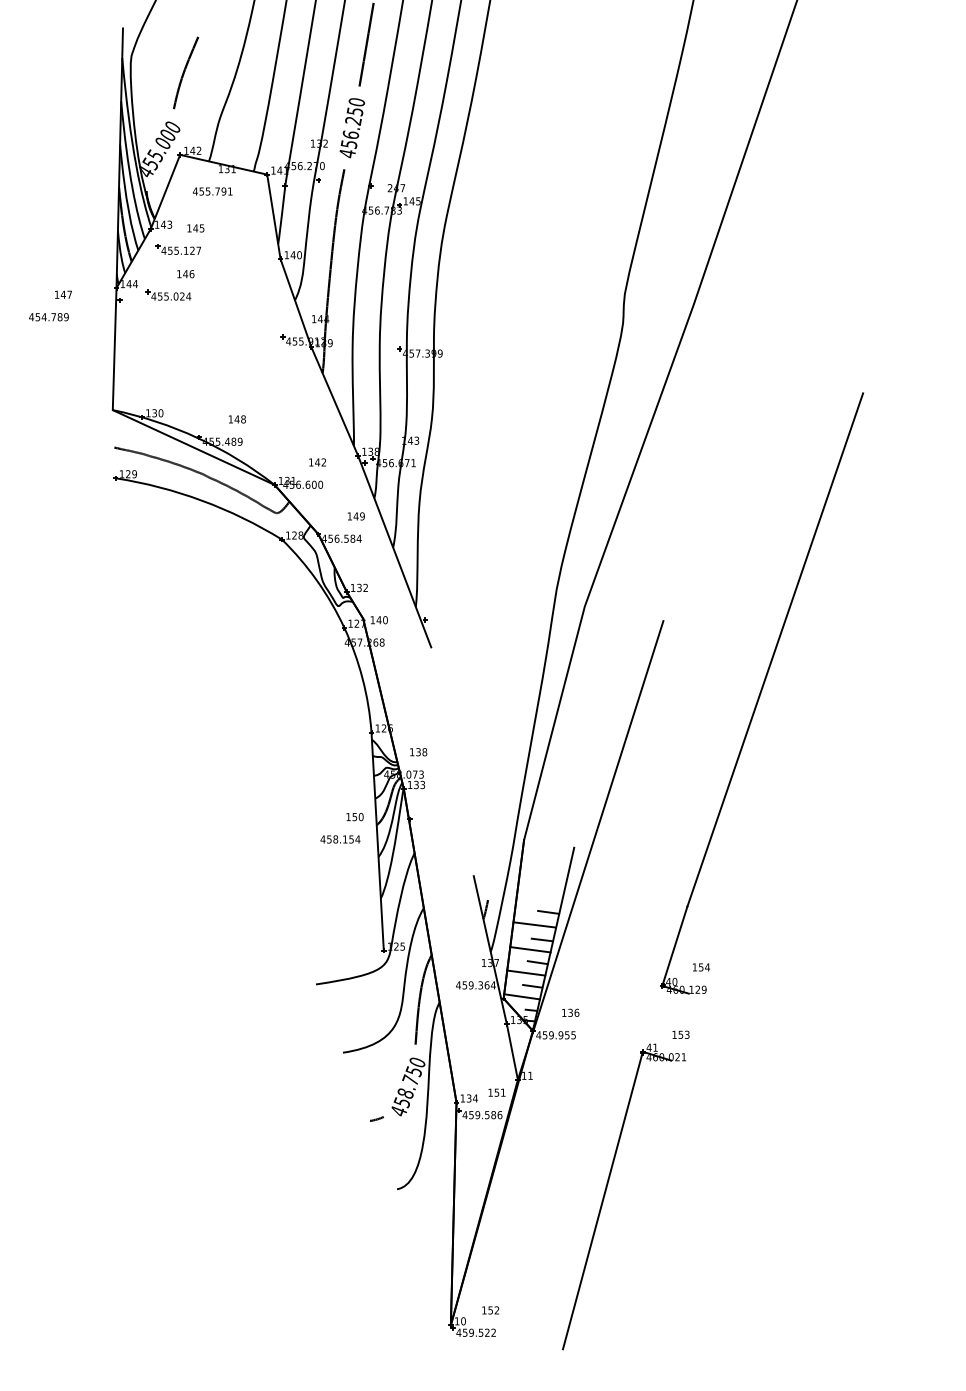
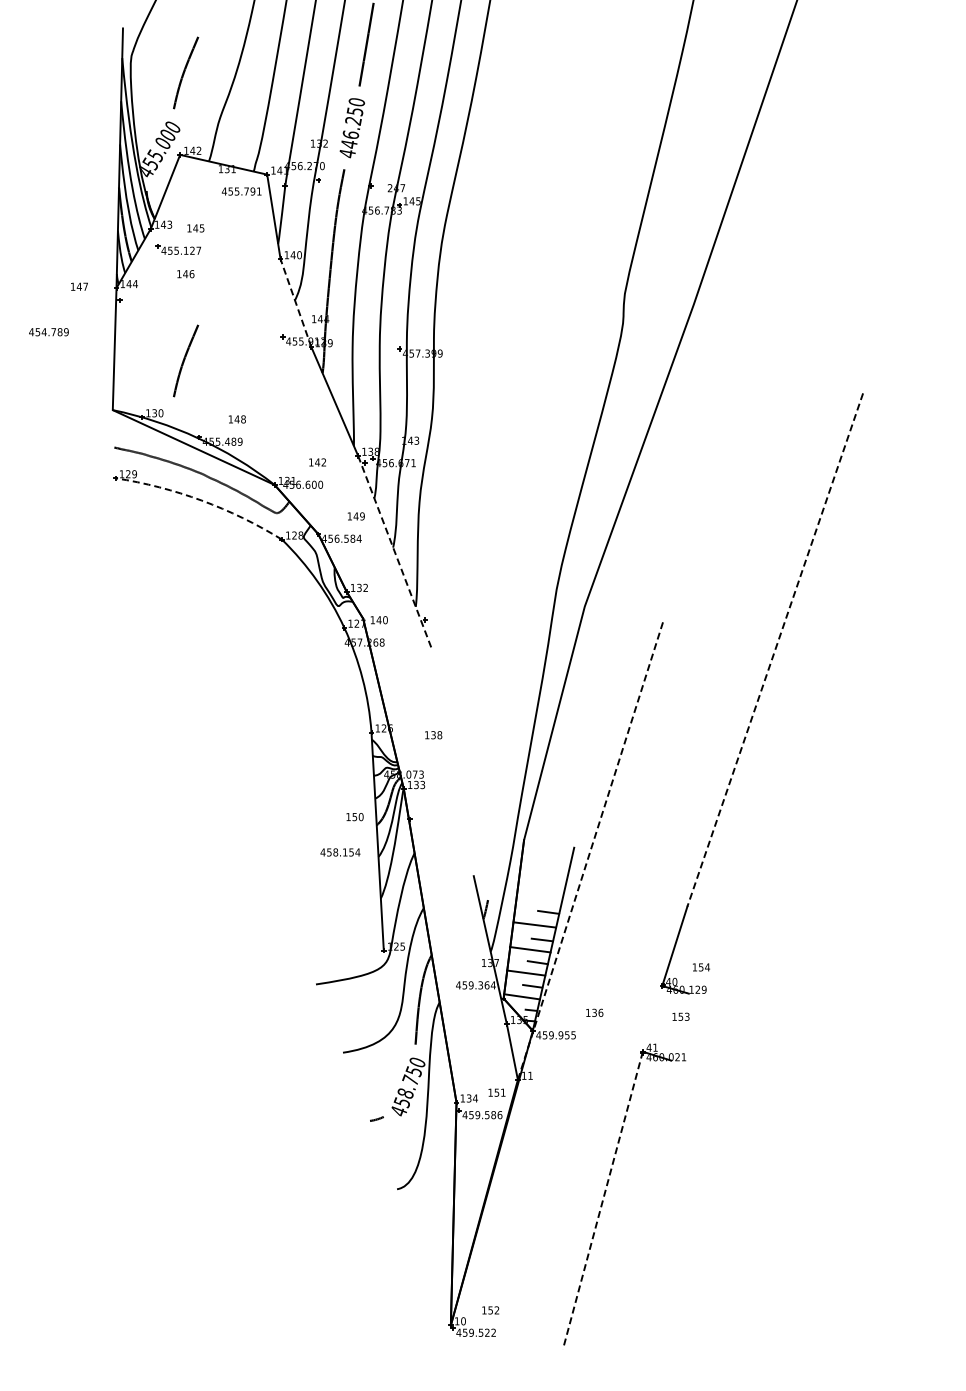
text at (348, 144): 456.250 -> 446.250
text at (212, 191) position: (212, 191) -> (241, 191)
text at (63, 294) position: (63, 294) -> (79, 286)
part at (168, 294): present -> none
line at (295, 303): solid -> dashed
text at (48, 317) position: (48, 317) -> (48, 332)
curve at (185, 359): none -> present
arc at (201, 500): solid -> dashed
line at (394, 551): solid -> dashed
line at (775, 650): solid -> dashed
text at (418, 752) position: (418, 752) -> (433, 735)
text at (340, 839) position: (340, 839) -> (340, 852)
line at (590, 850): solid -> dashed
text at (570, 1012) position: (570, 1012) -> (594, 1012)
text at (680, 1034) position: (680, 1034) -> (680, 1016)
line at (602, 1201): solid -> dashed
